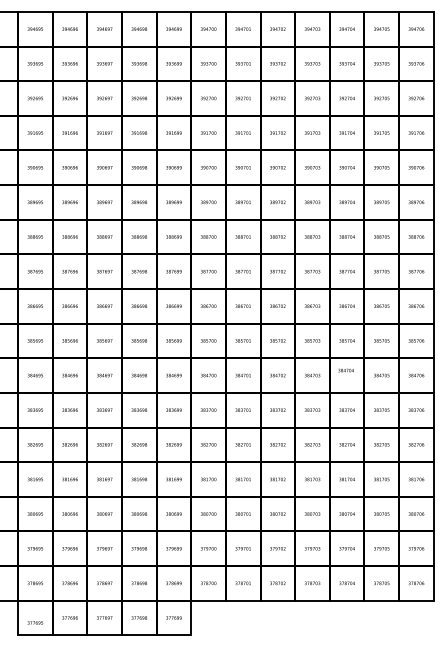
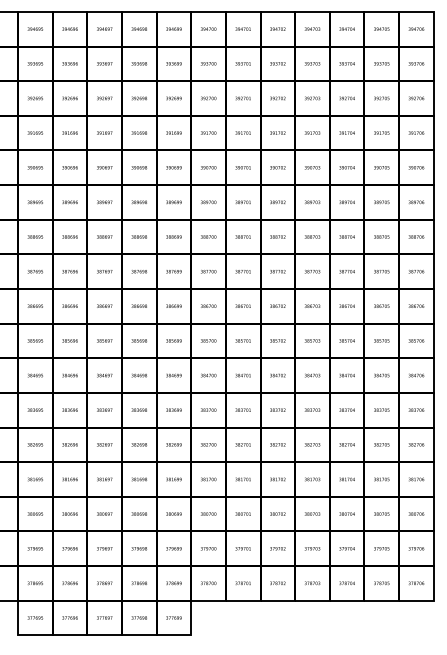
text at (345, 370) position: (345, 370) -> (346, 375)
text at (35, 622) position: (35, 622) -> (35, 617)
